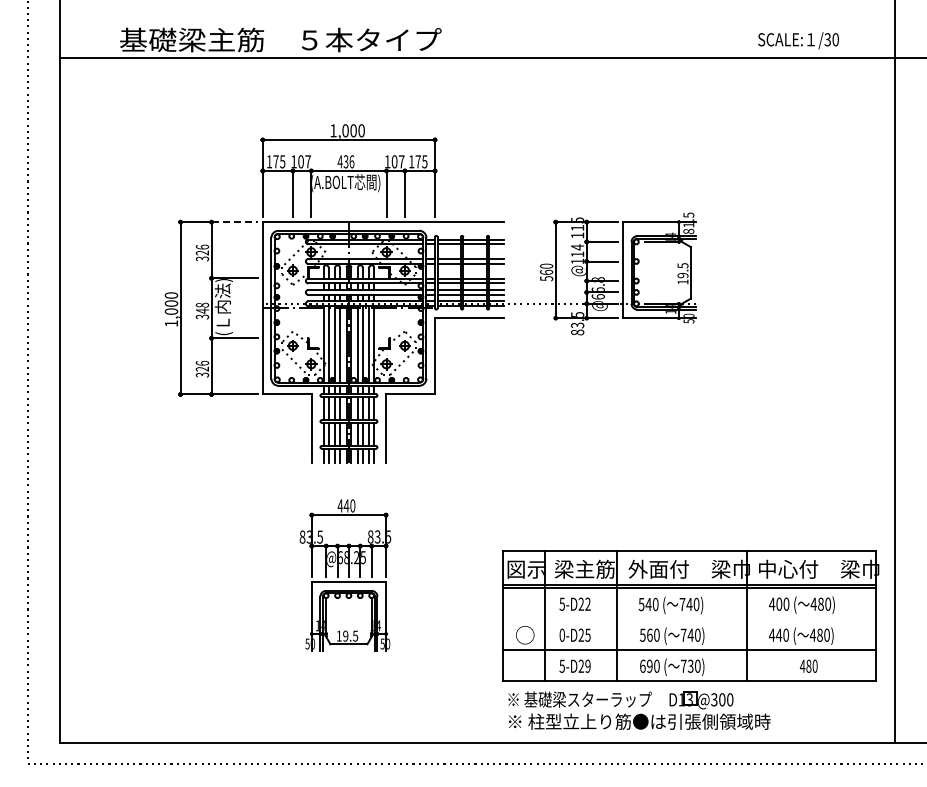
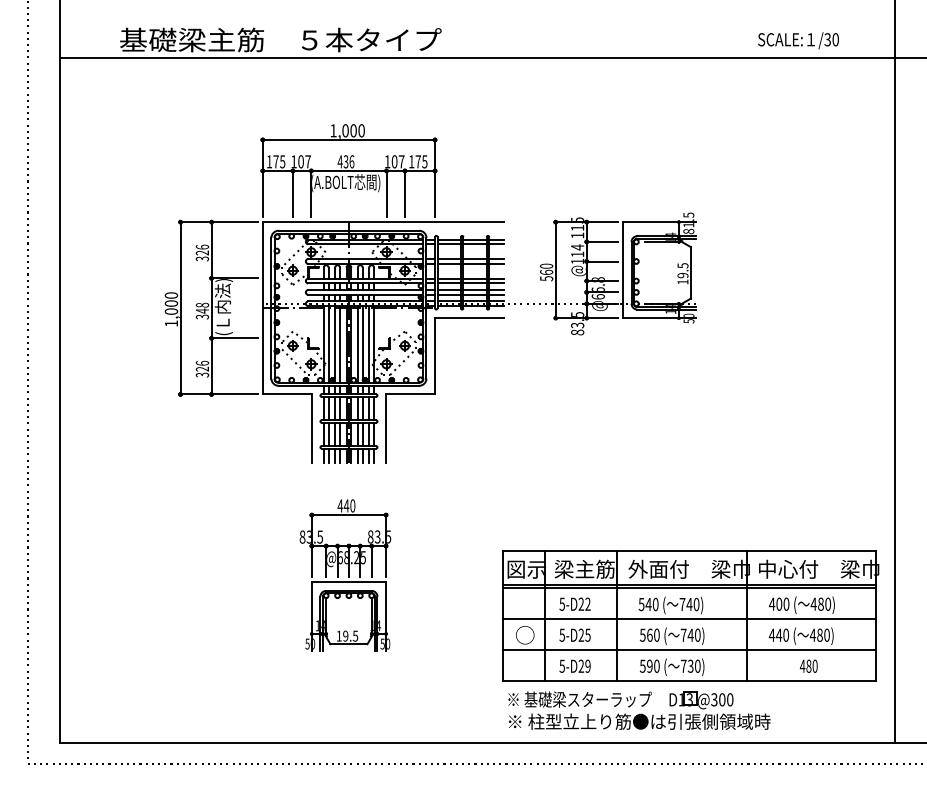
line at (235, 222): dashed -> solid
line at (689, 618): none -> present
text at (561, 634): 0-D25 -> 5-D25
text at (642, 665): 690 -> 590
